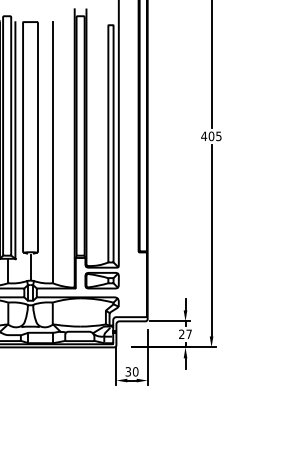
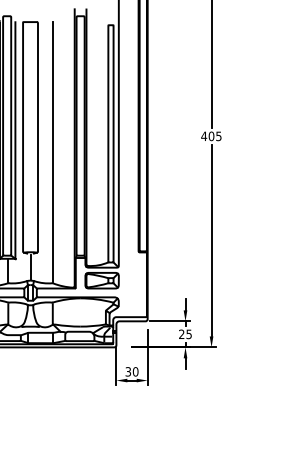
text at (188, 334): 27 -> 25
